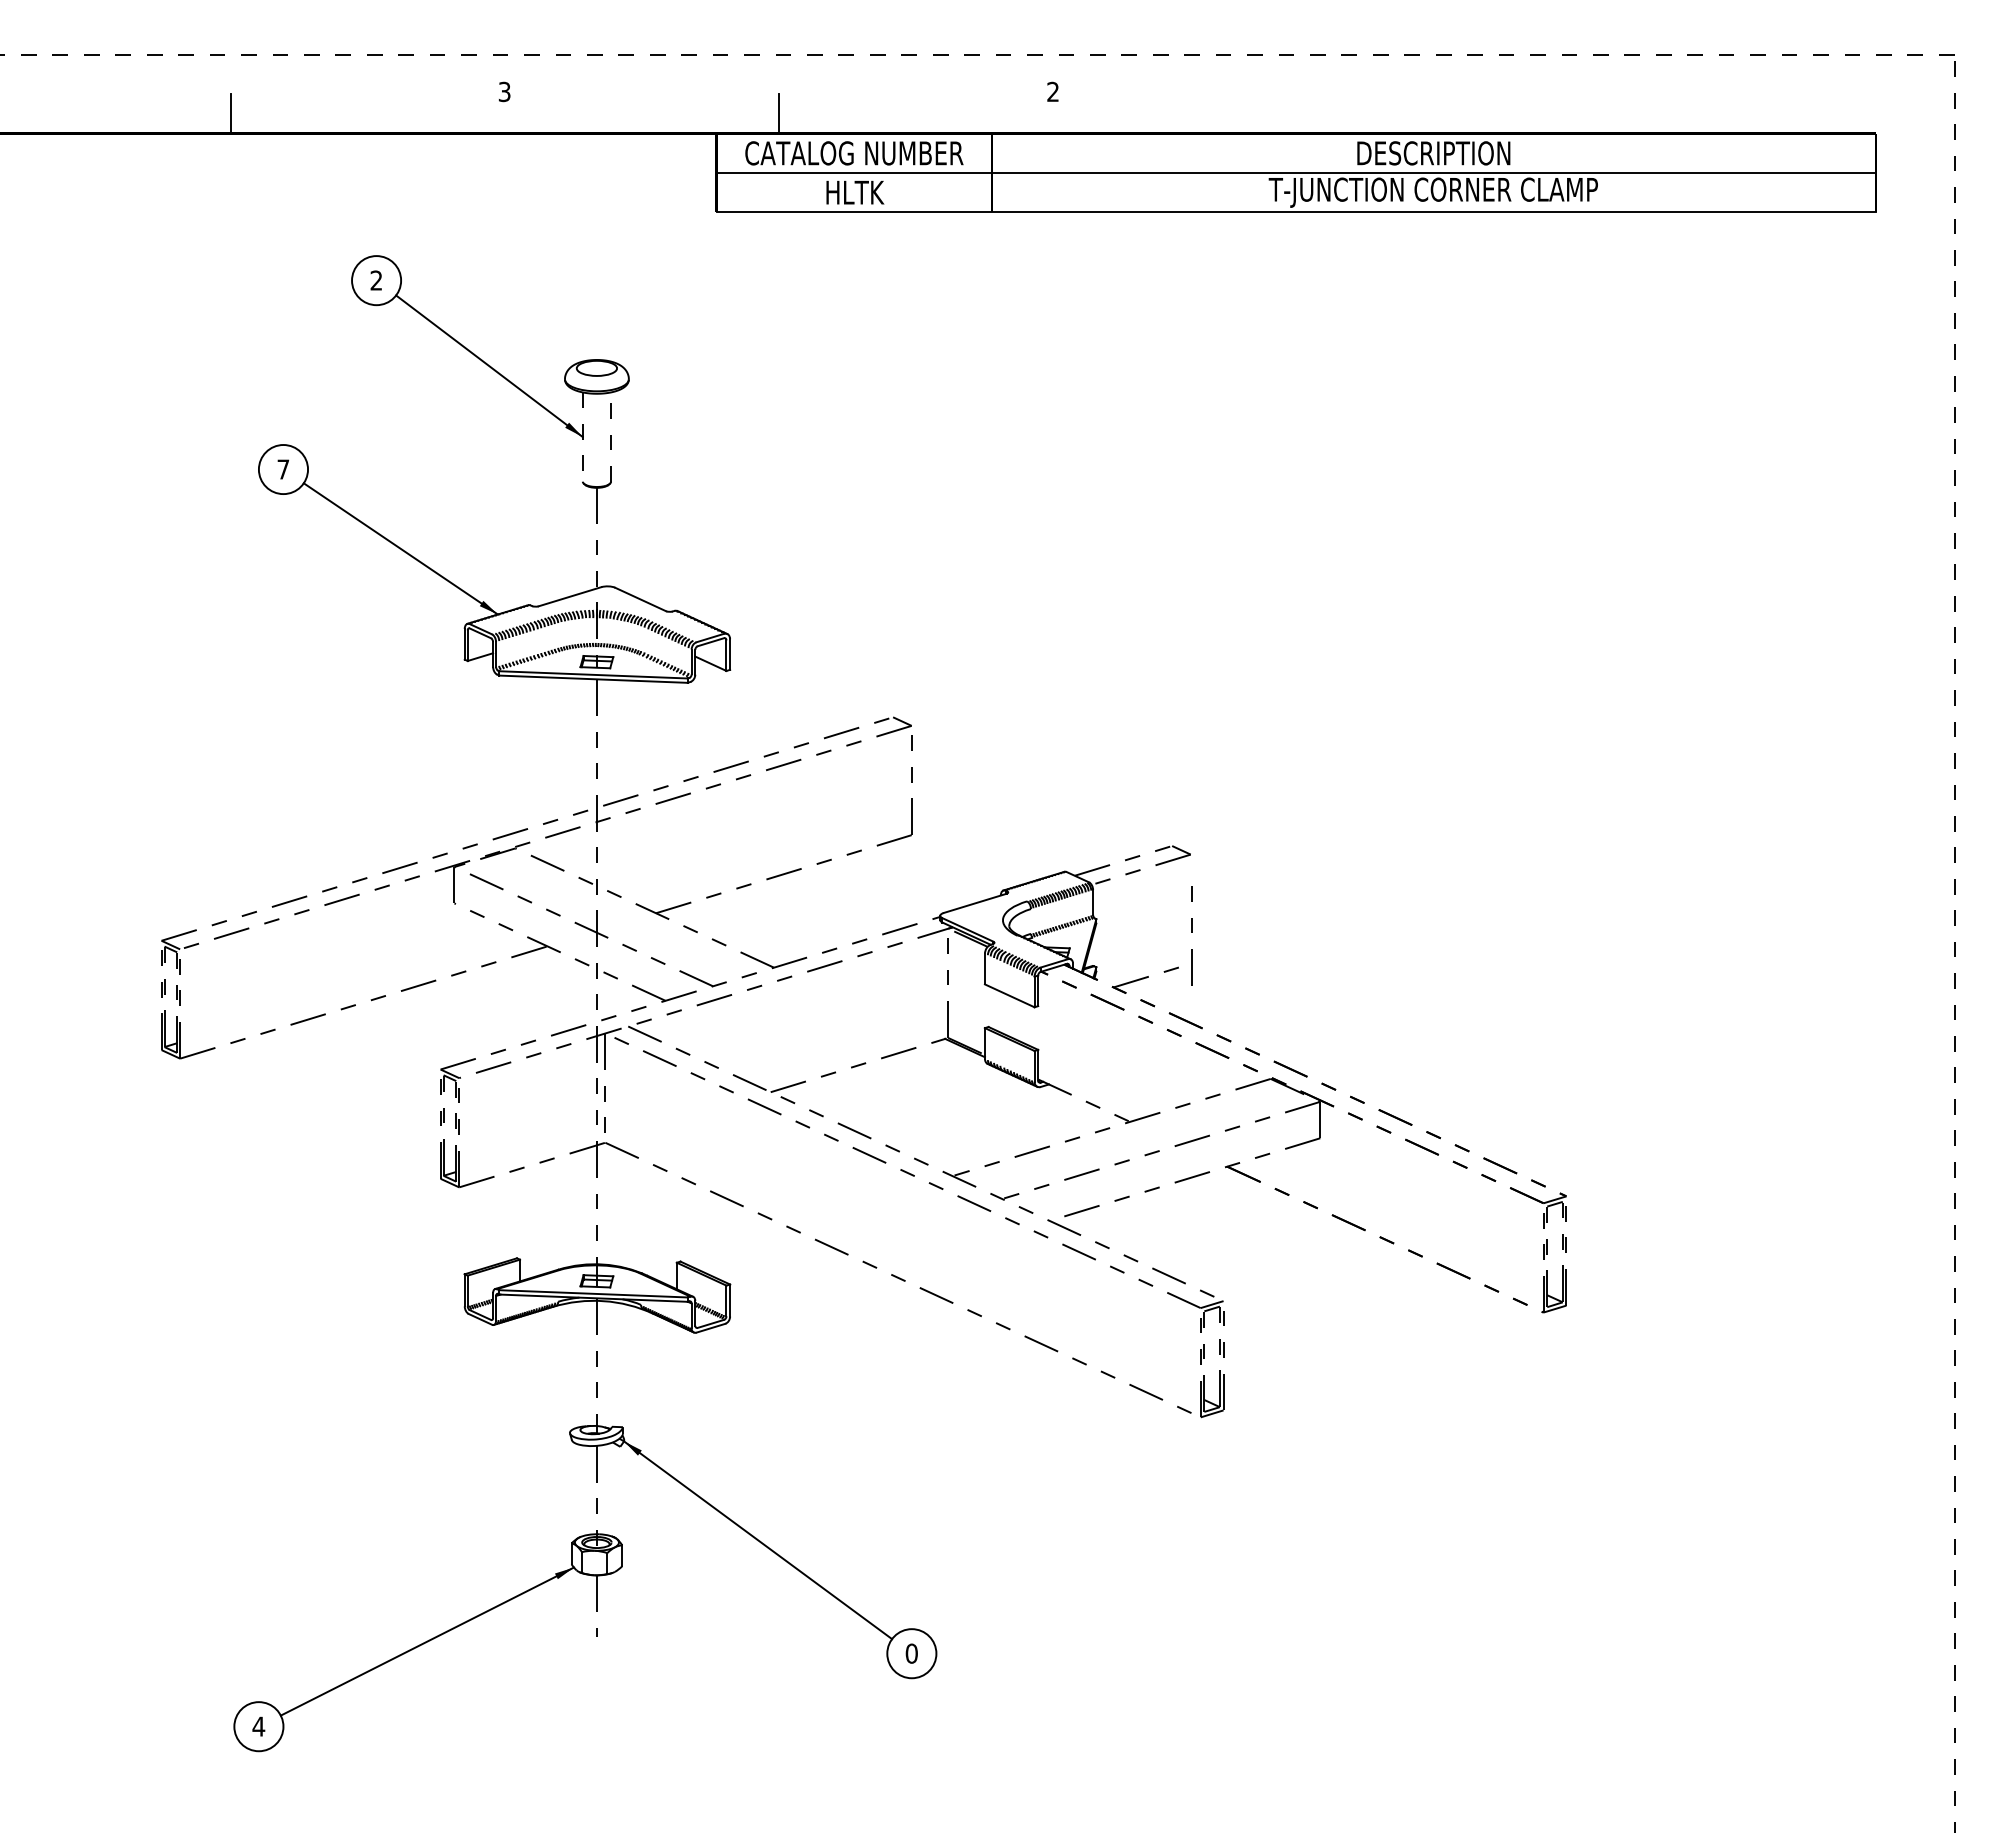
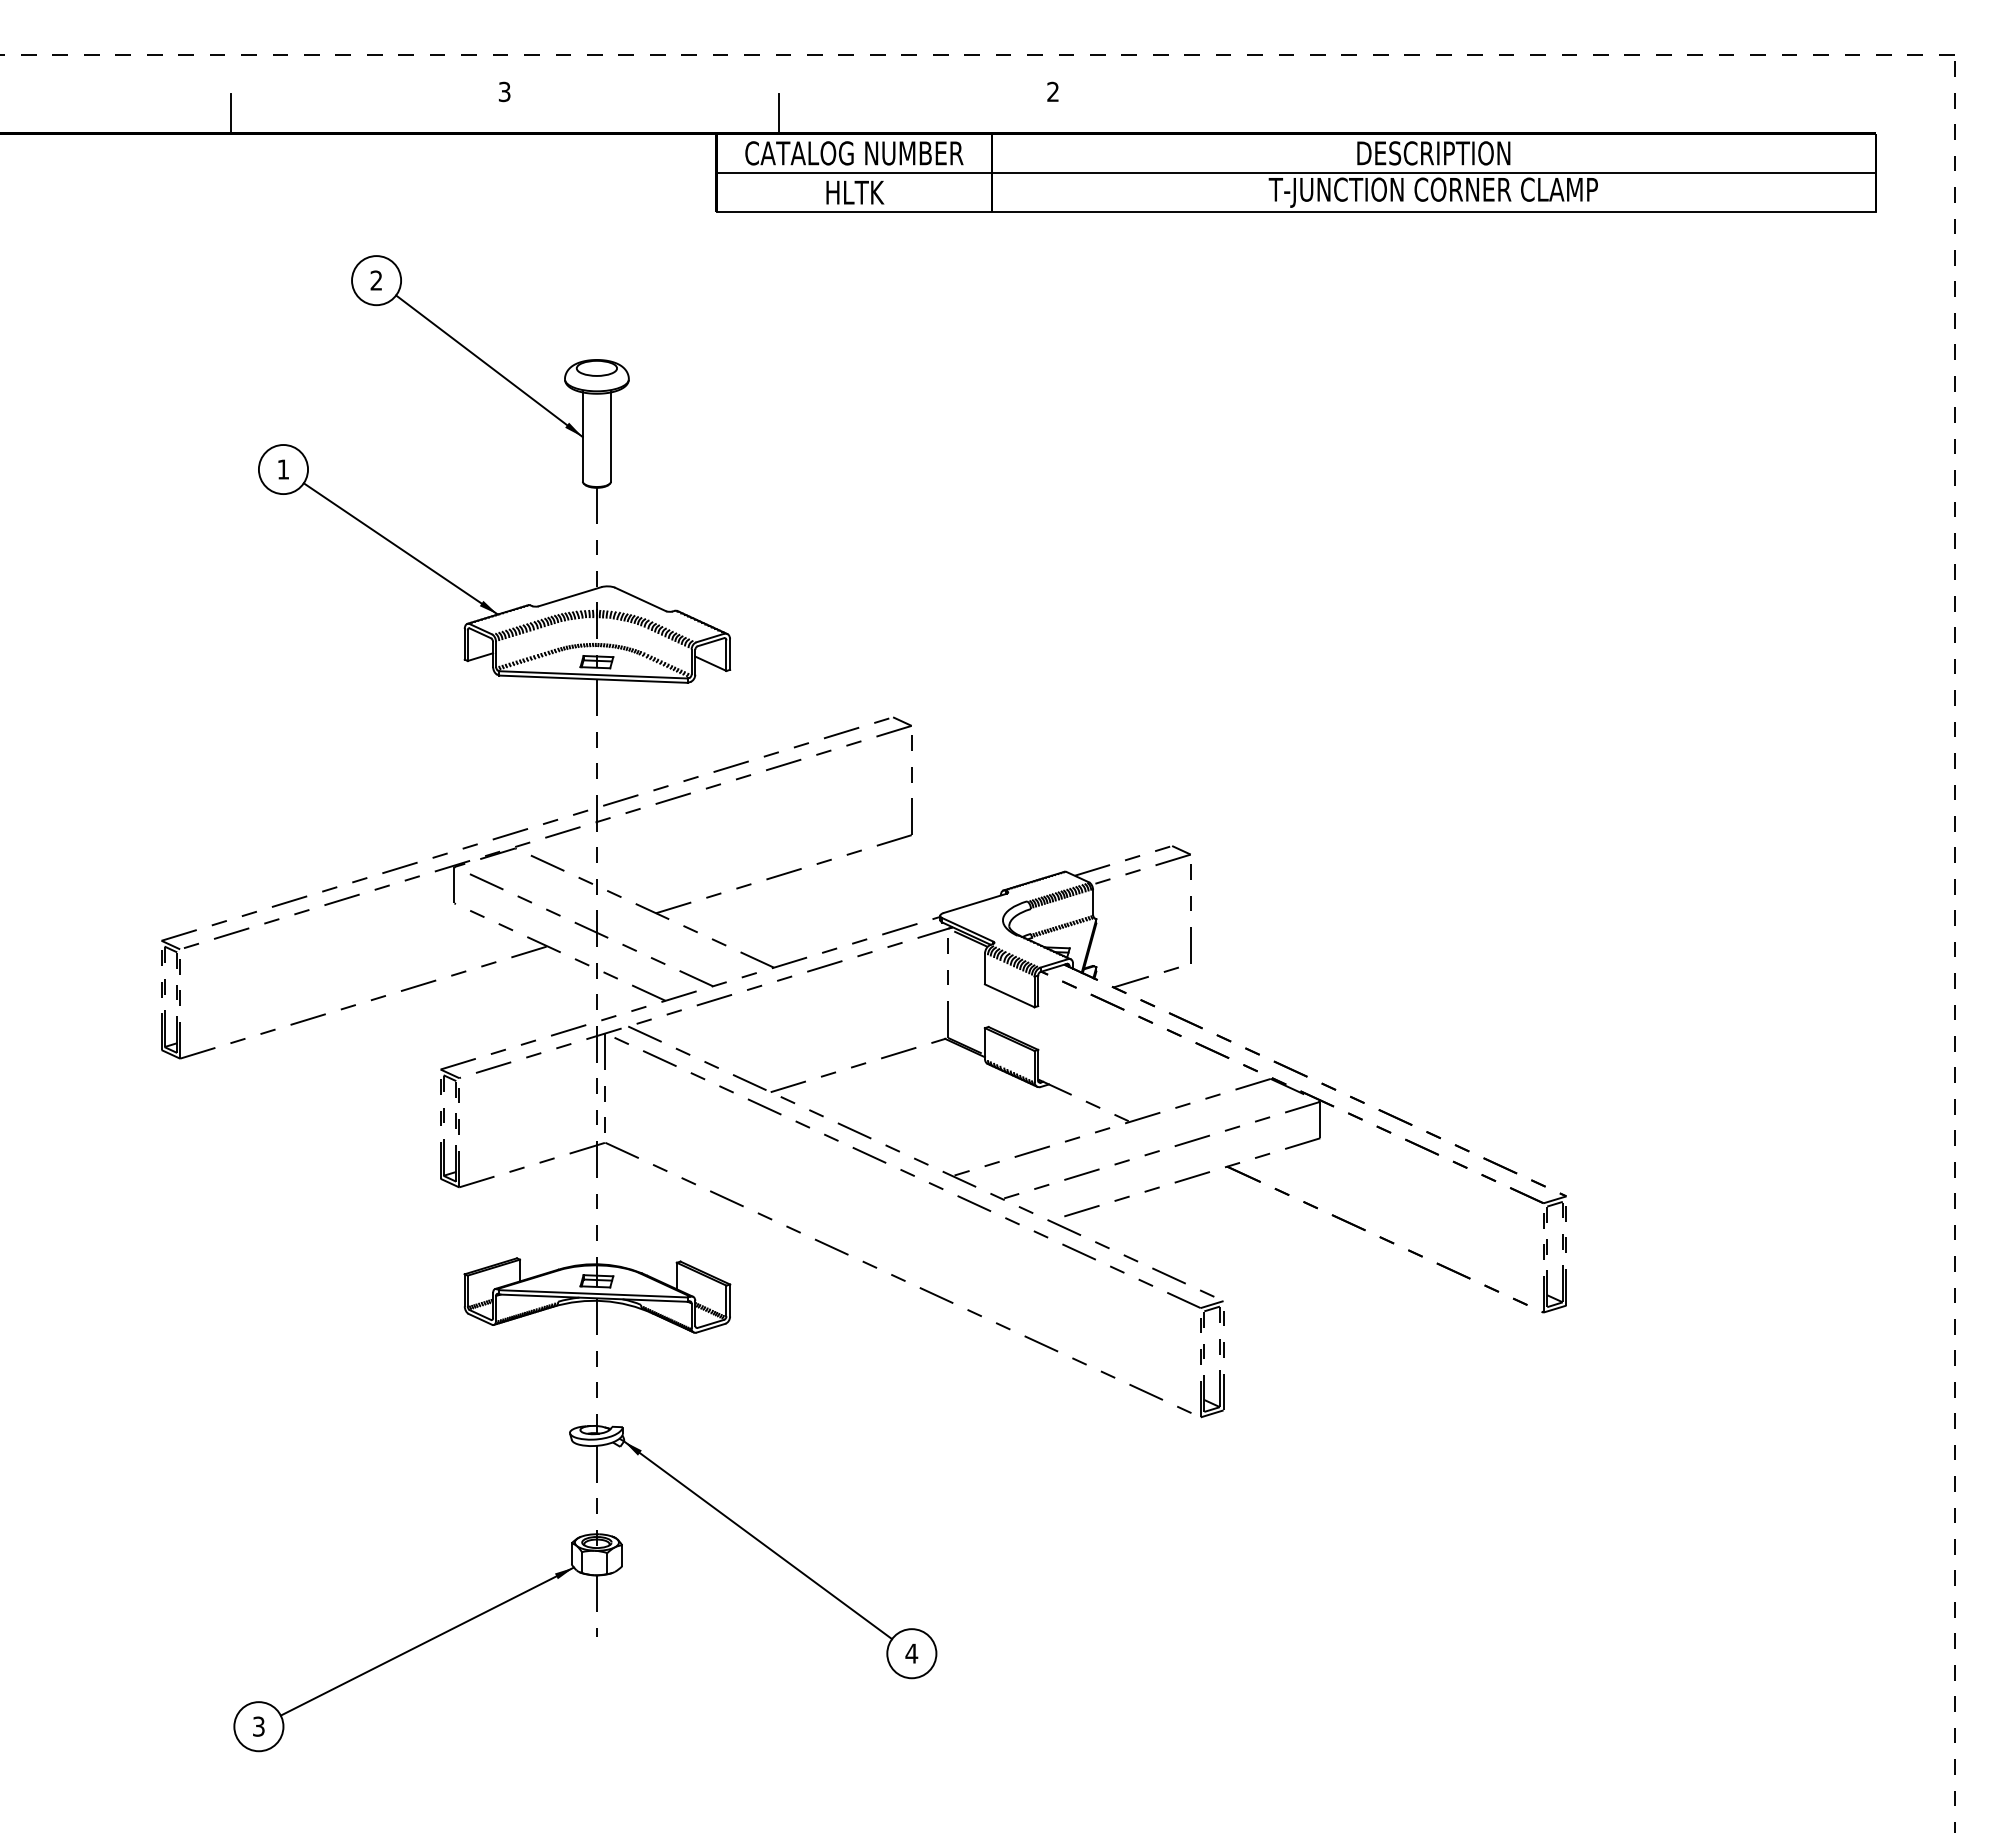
line at (582, 437): dashed -> solid
line at (611, 437): dashed -> solid
text at (283, 469): 7 -> 1
line at (1191, 932) position: (1191, 932) -> (1190, 910)
text at (911, 1653): 0 -> 4
text at (258, 1726): 4 -> 3
